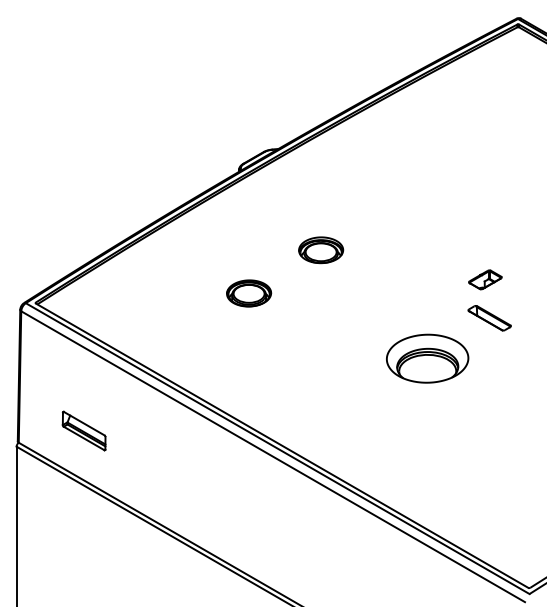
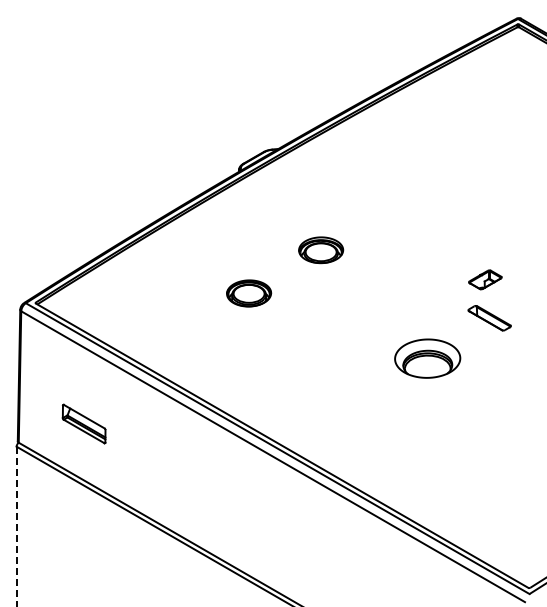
part at (427, 358) size: 84x51 px -> 68x41 px
part at (83, 430) position: (83, 430) -> (83, 423)
line at (16, 526): solid -> dashed
